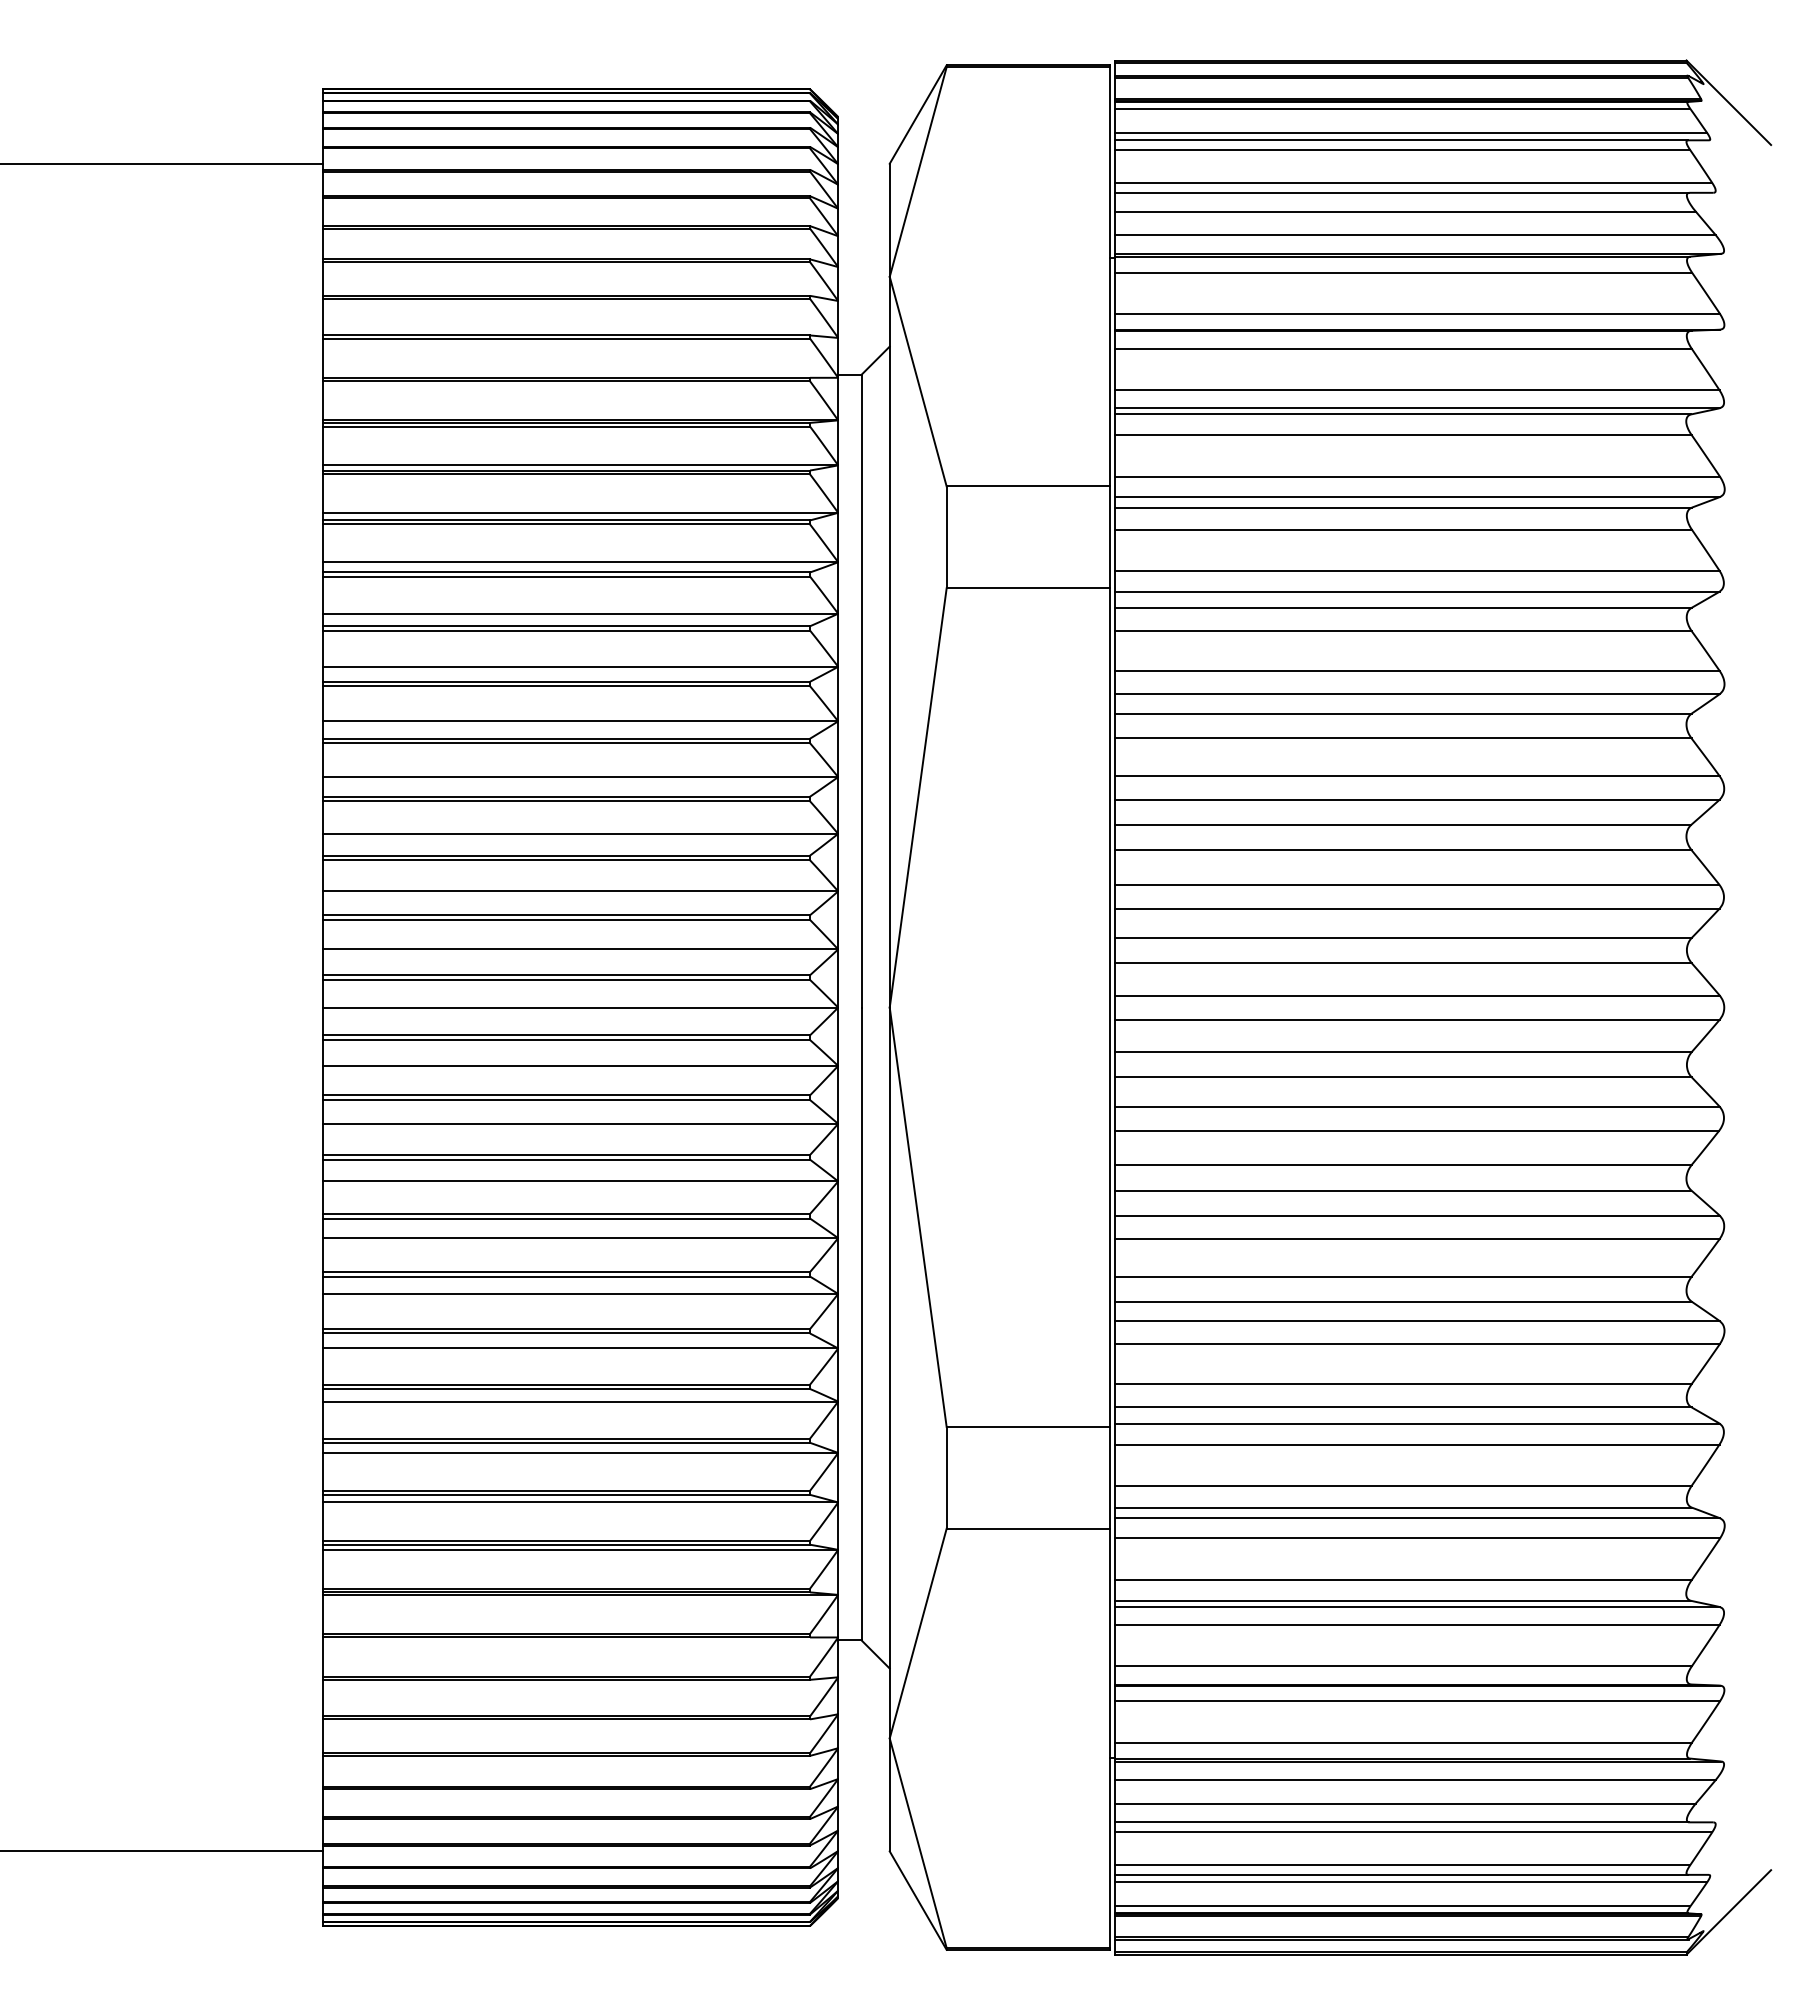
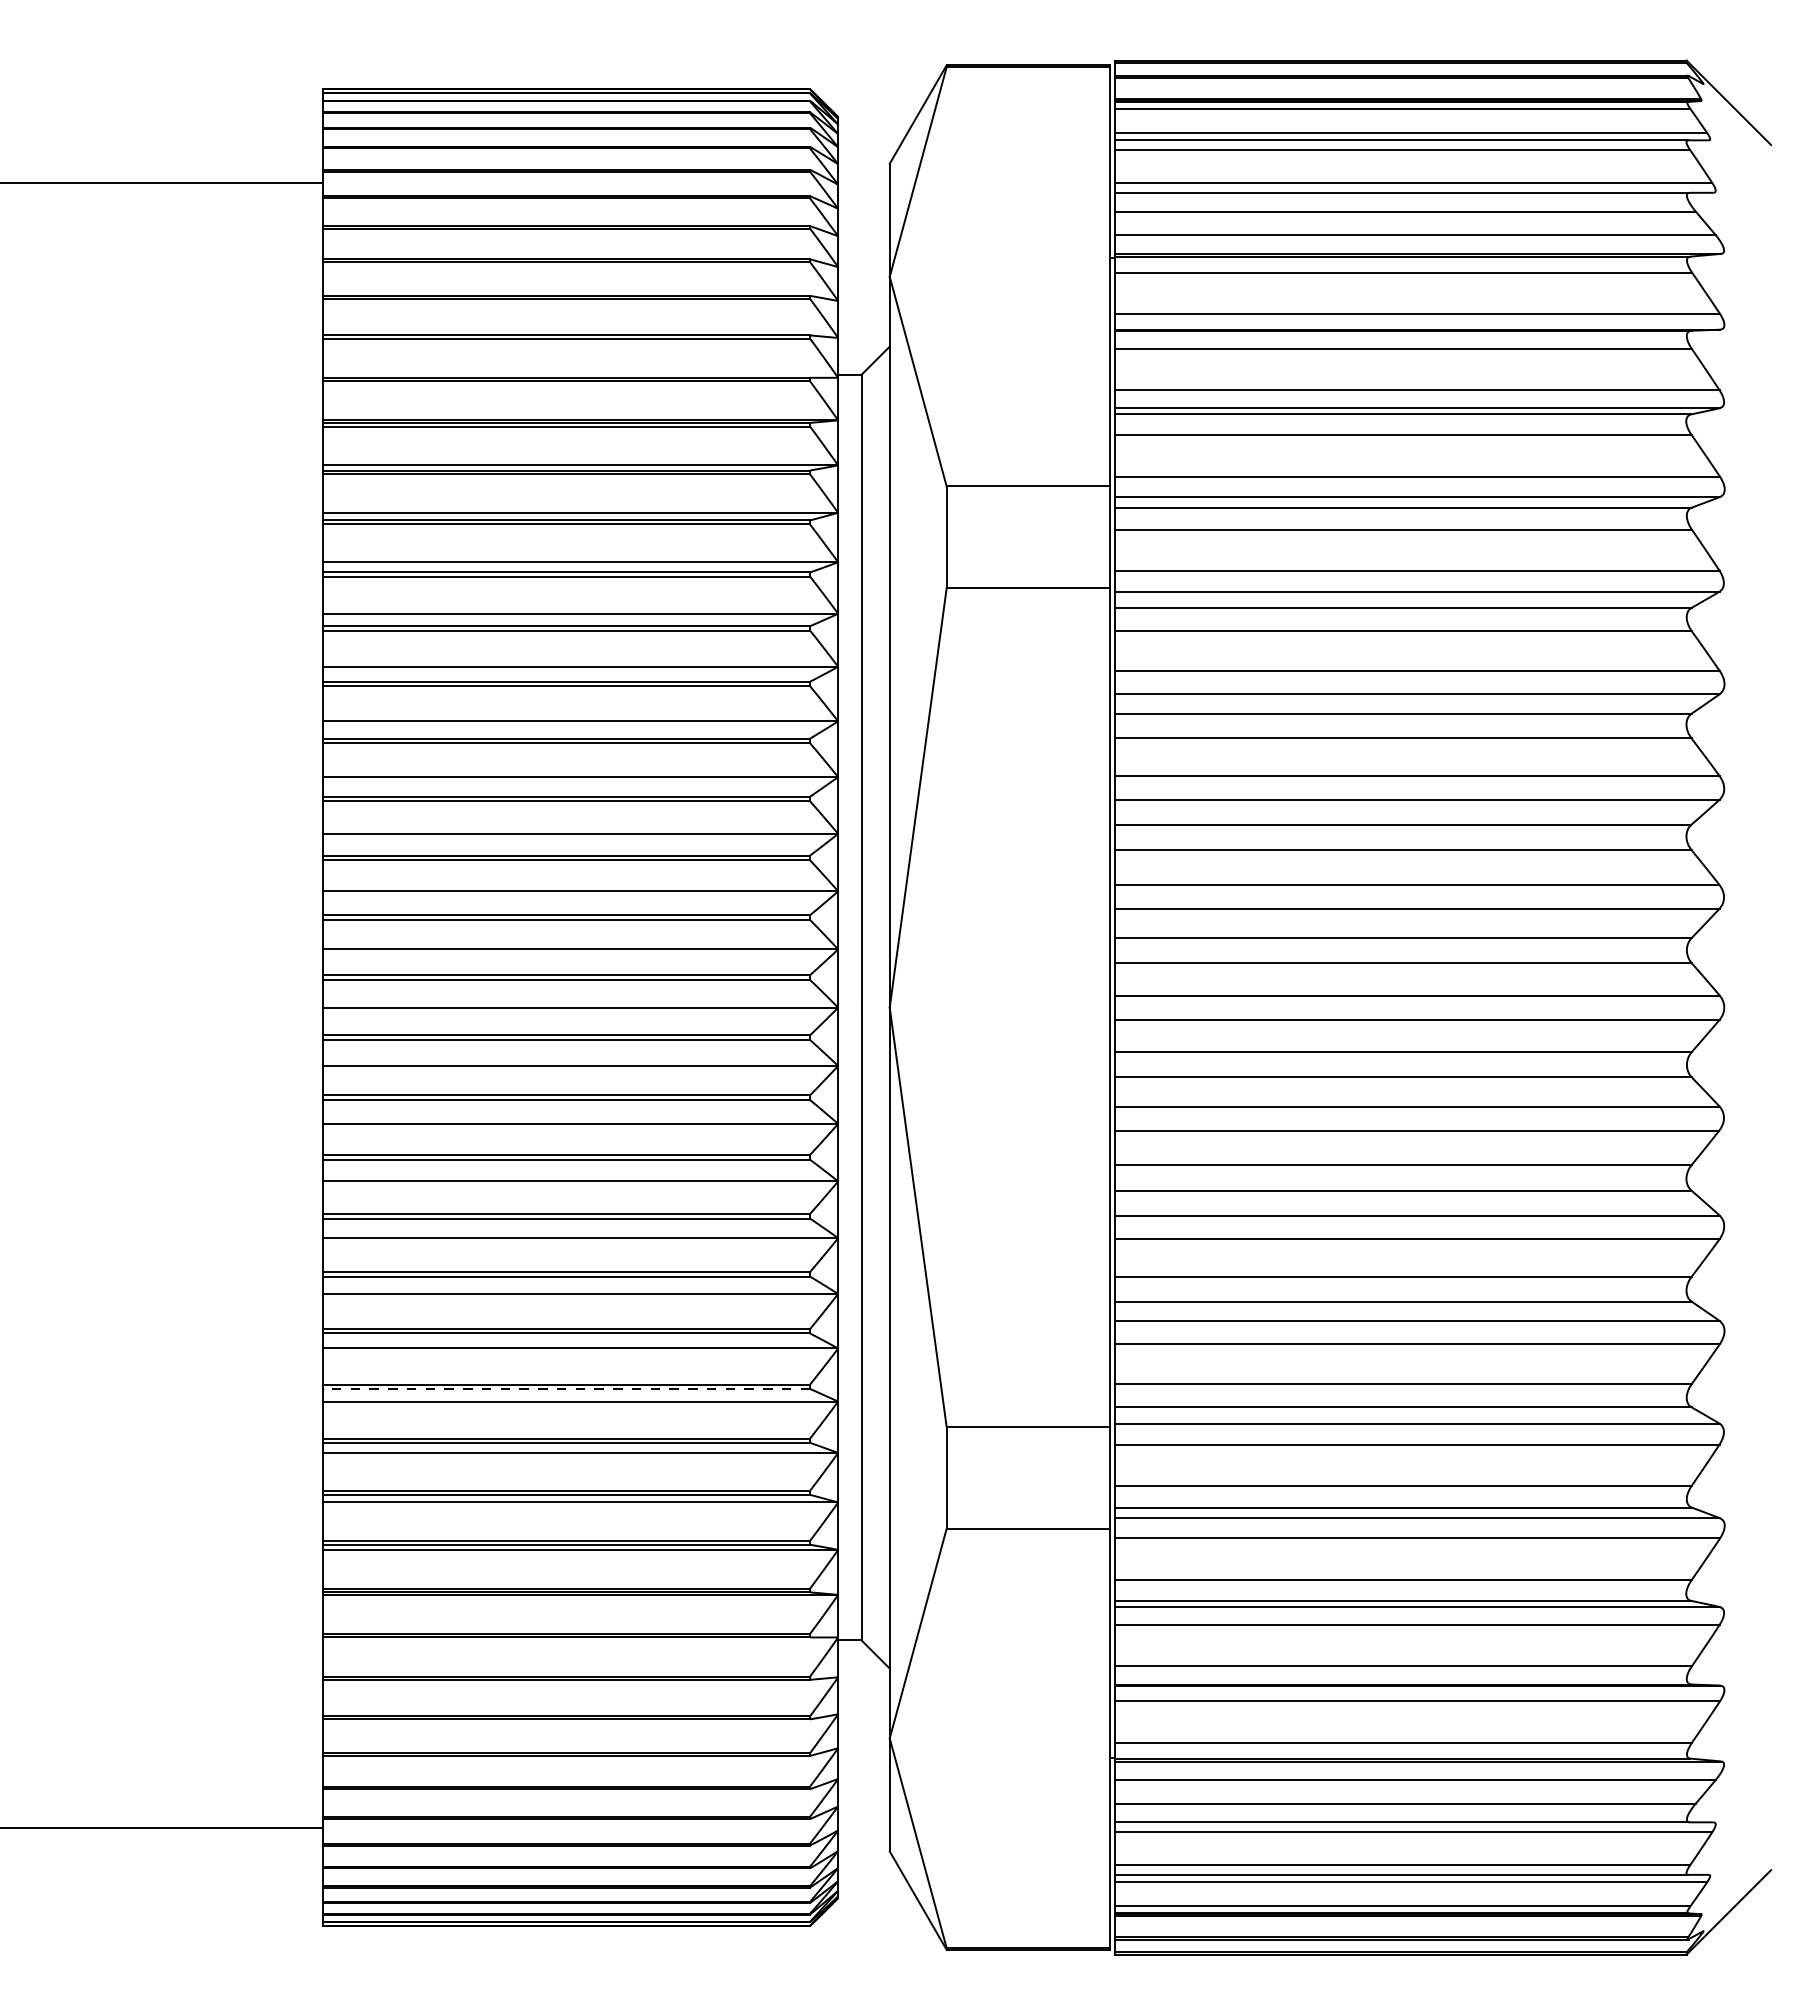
line at (162, 163) position: (162, 163) -> (162, 182)
line at (566, 1389): solid -> dashed
line at (162, 1851) position: (162, 1851) -> (162, 1828)
